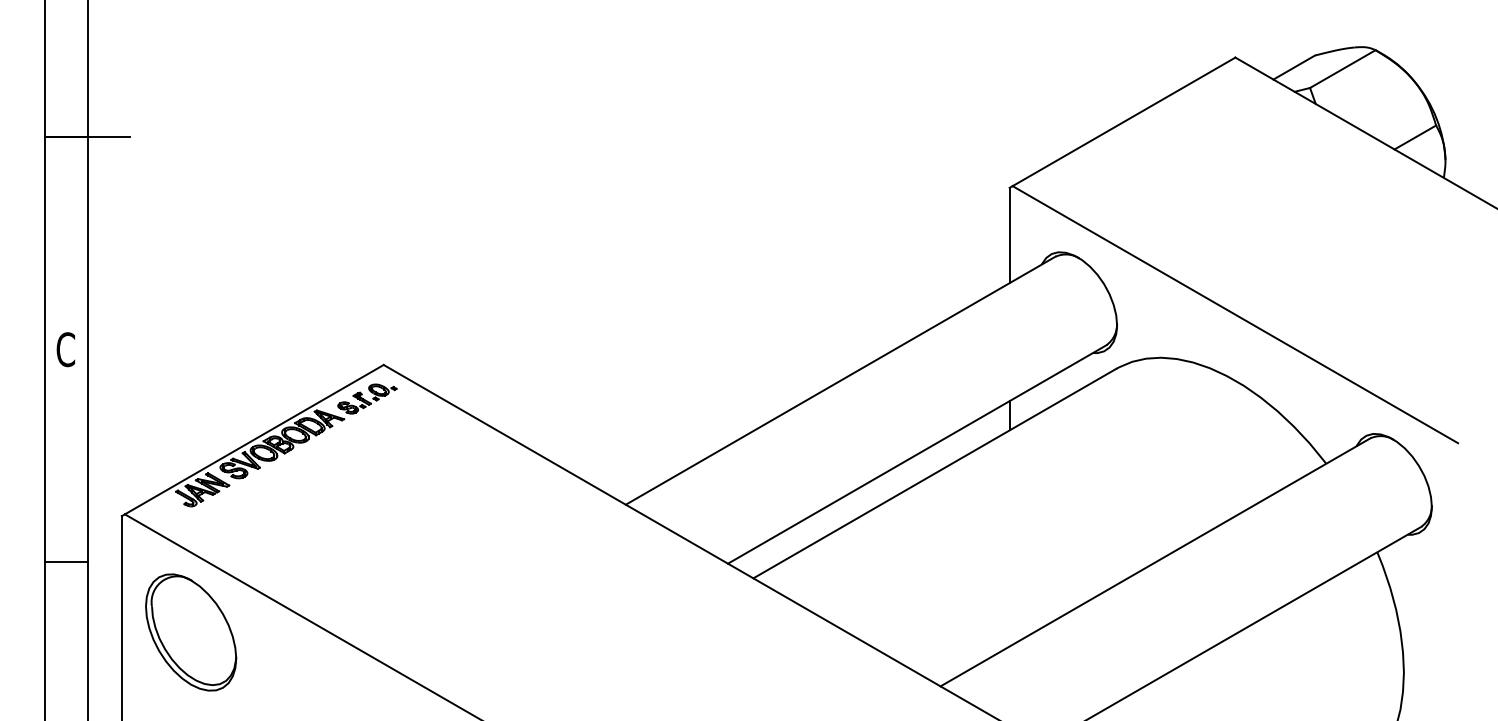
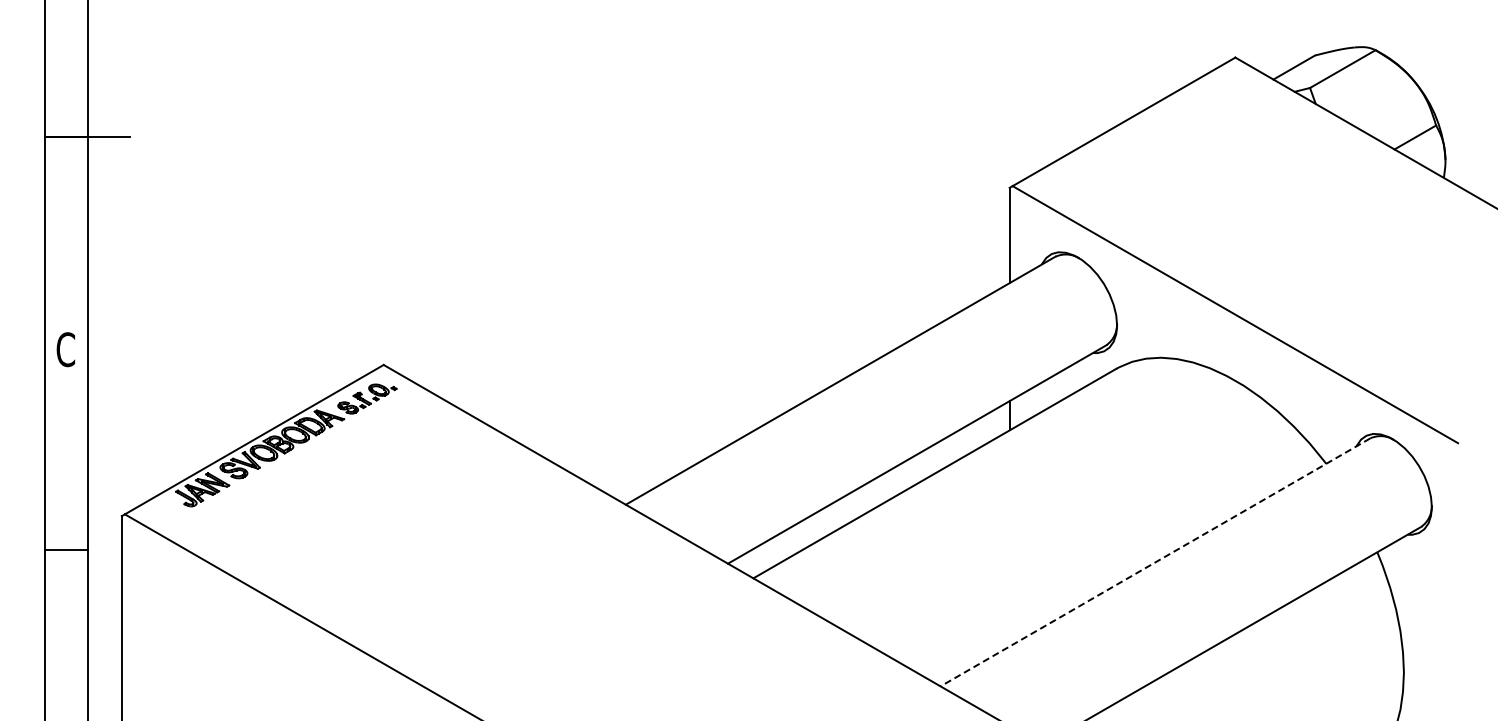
line at (65, 562) position: (65, 562) -> (65, 550)
line at (1154, 562): solid -> dashed
part at (191, 632): present -> none
